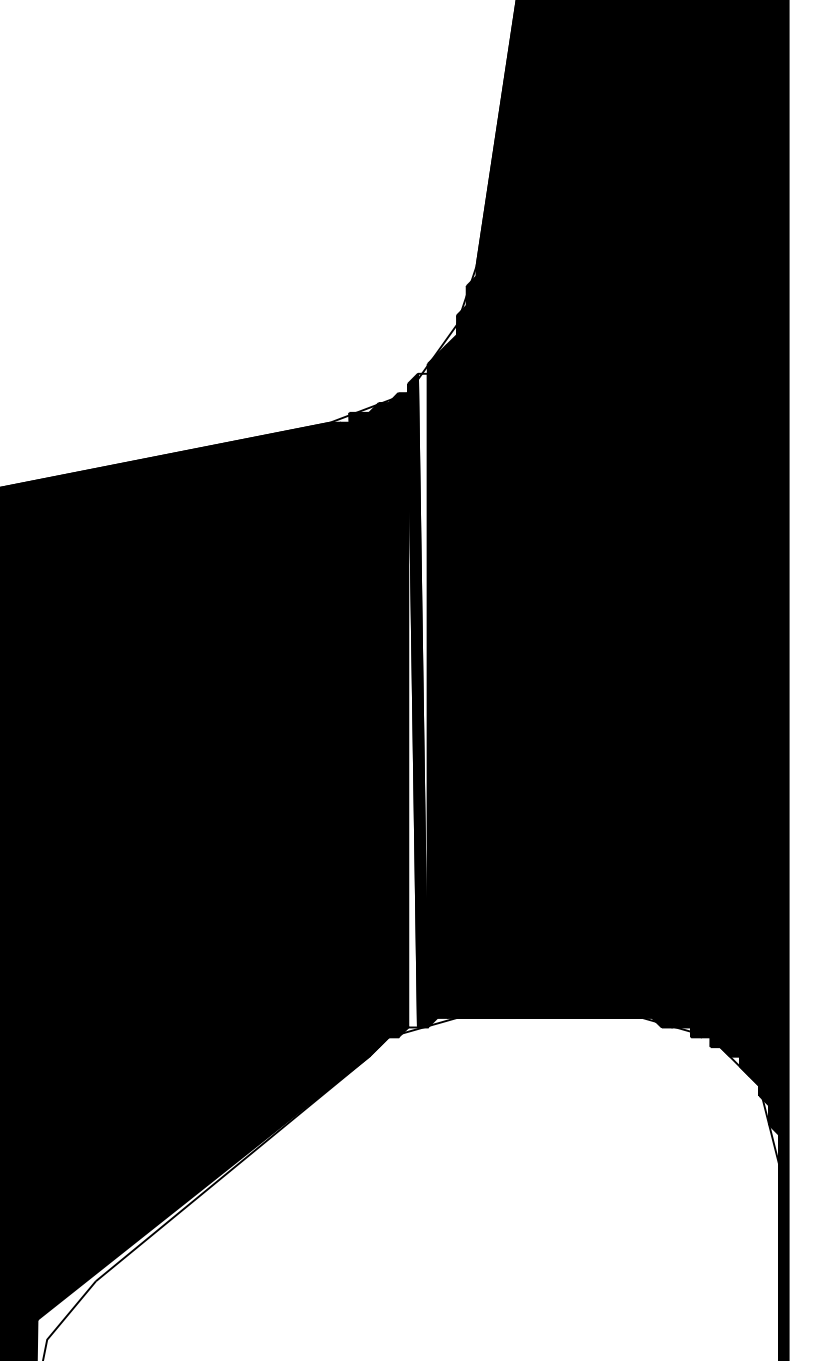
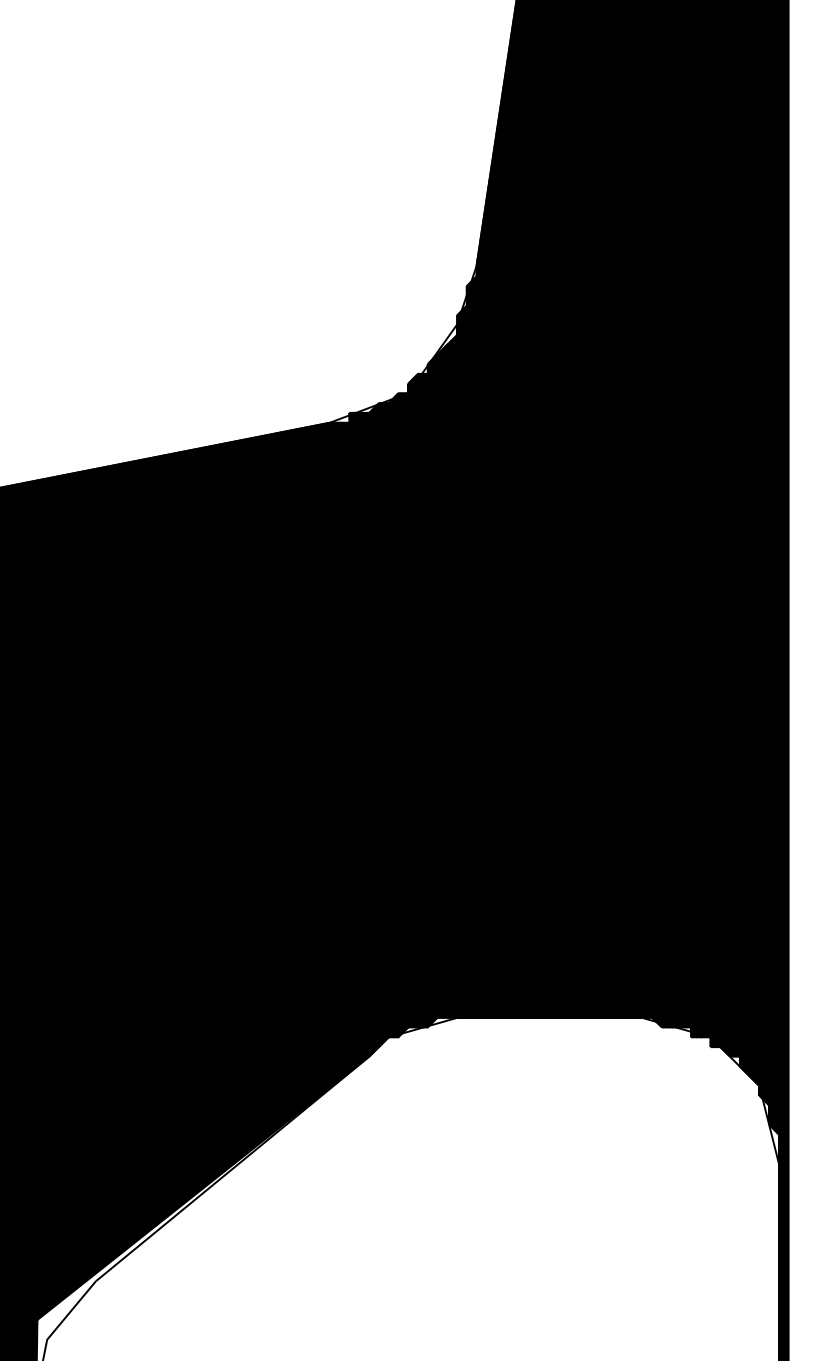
fill at (422, 700): none -> present
fill at (412, 705): none -> present
